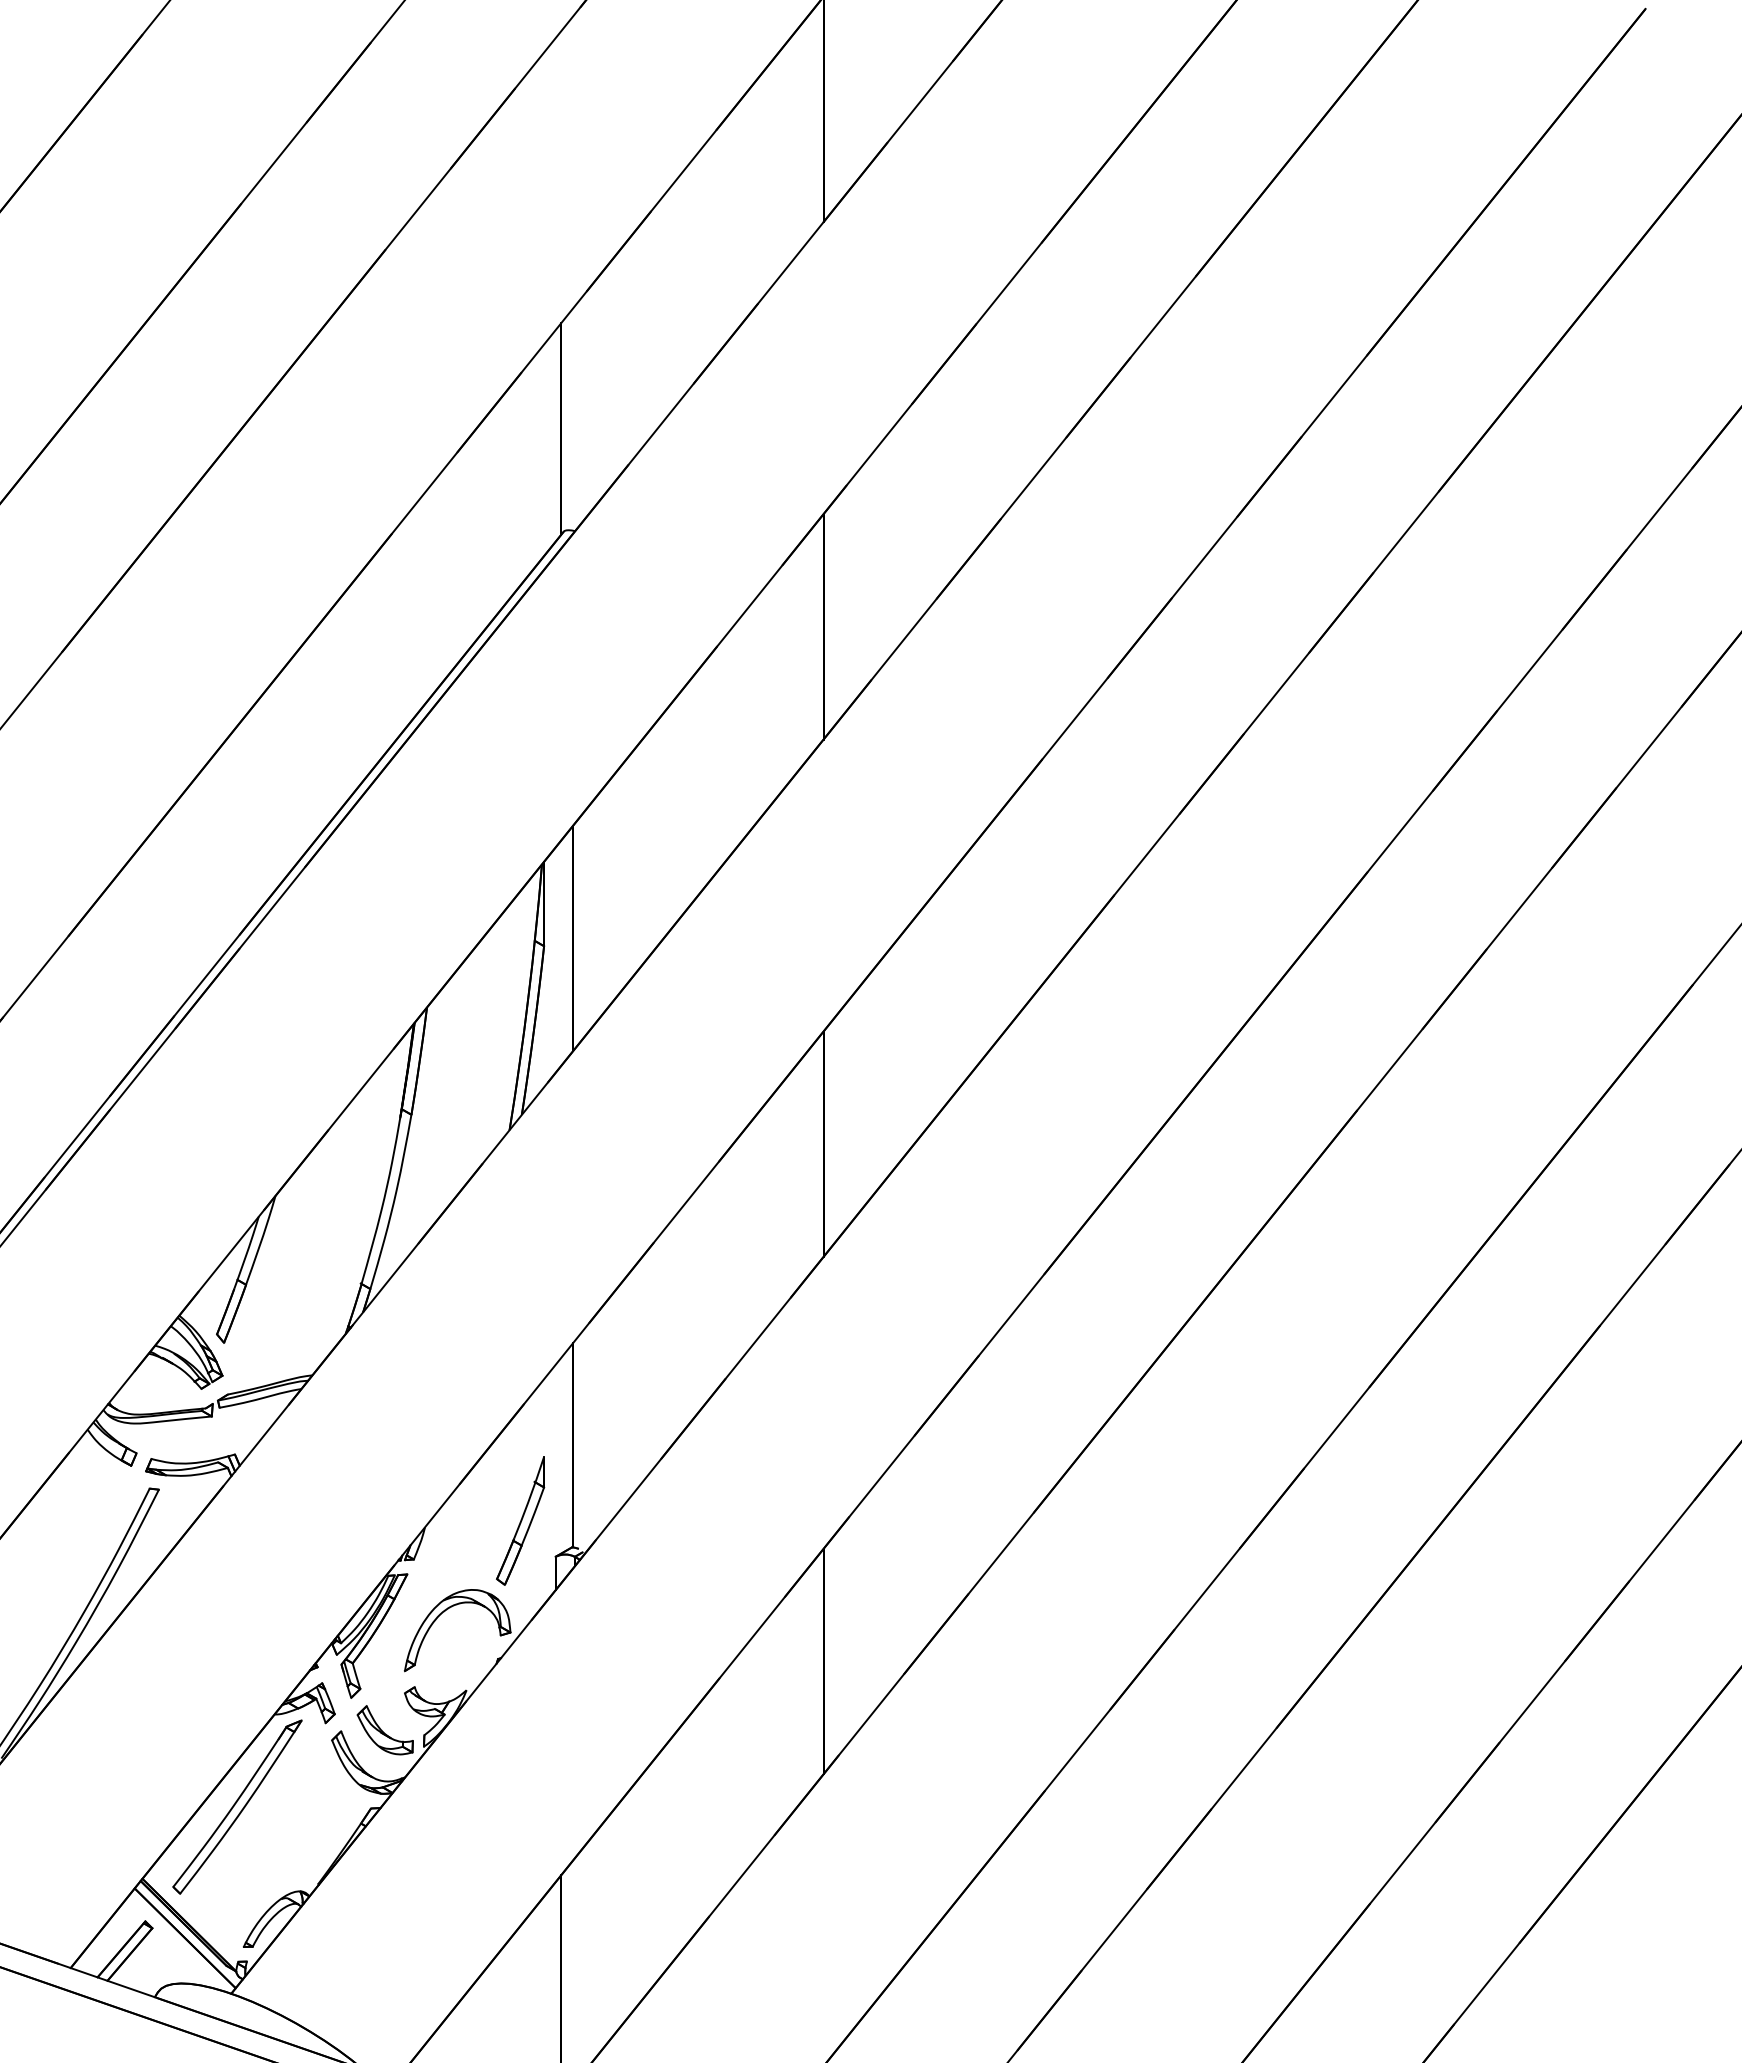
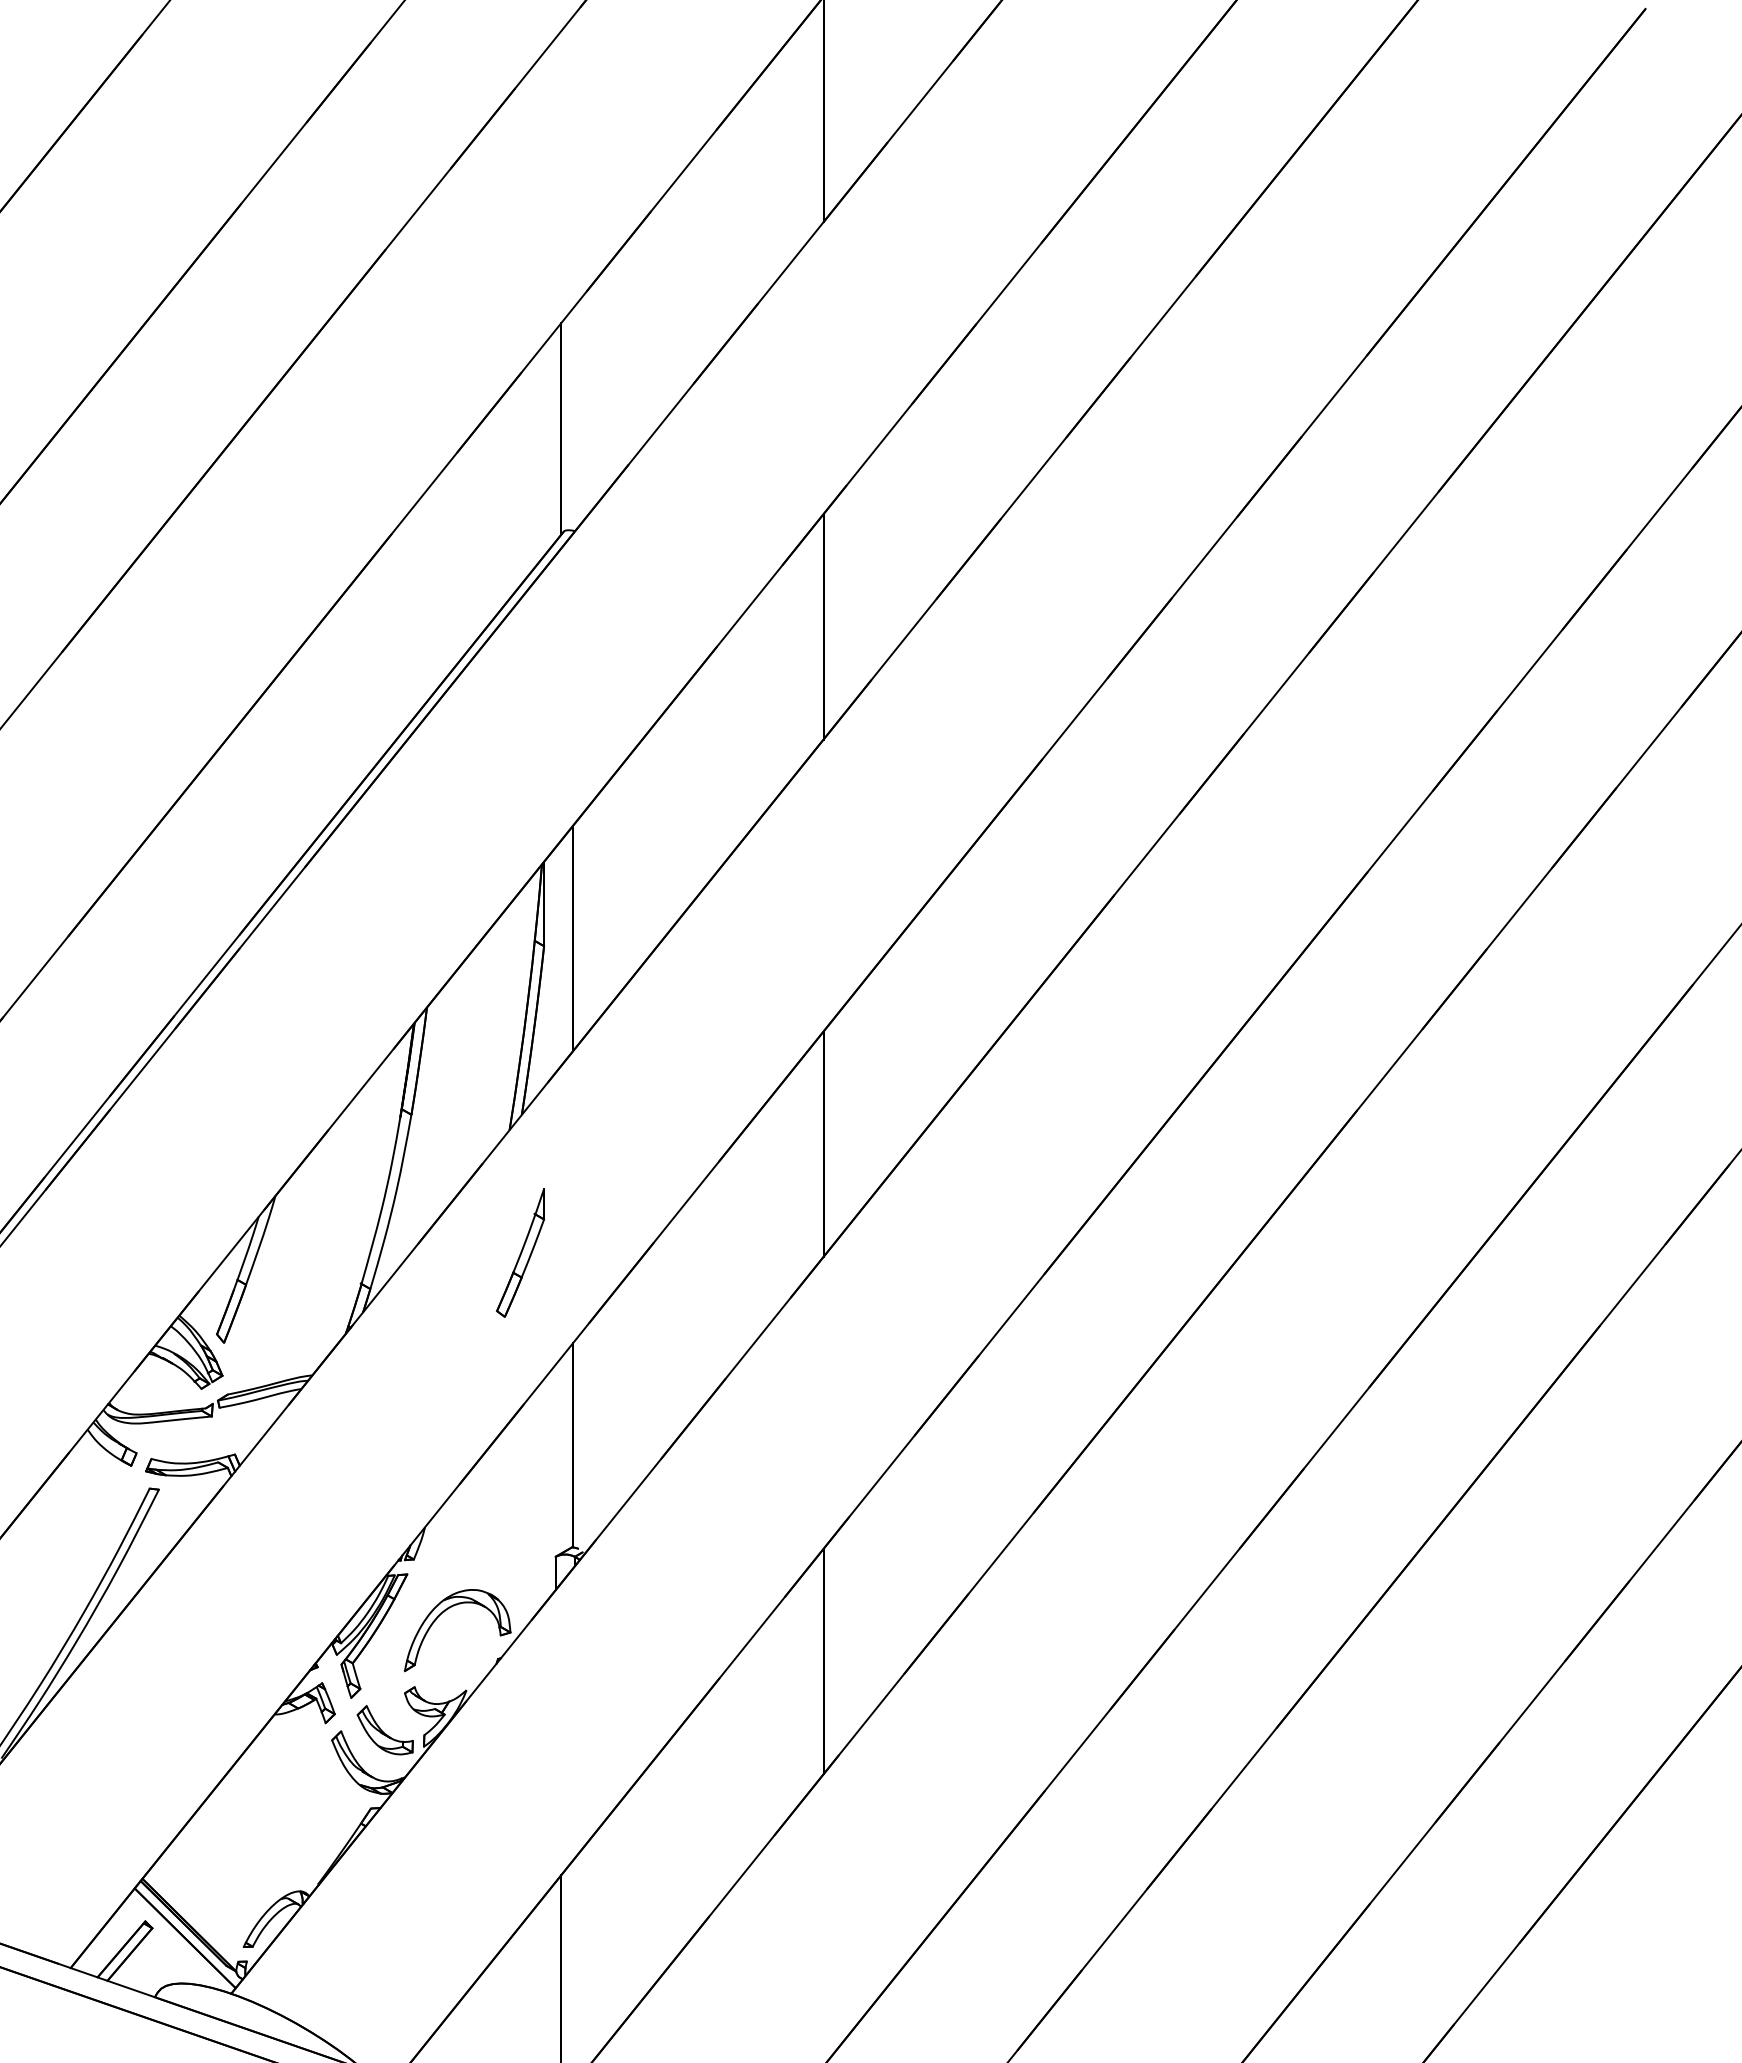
part at (520, 1520) position: (520, 1520) -> (520, 1252)
part at (237, 1806): present -> none
